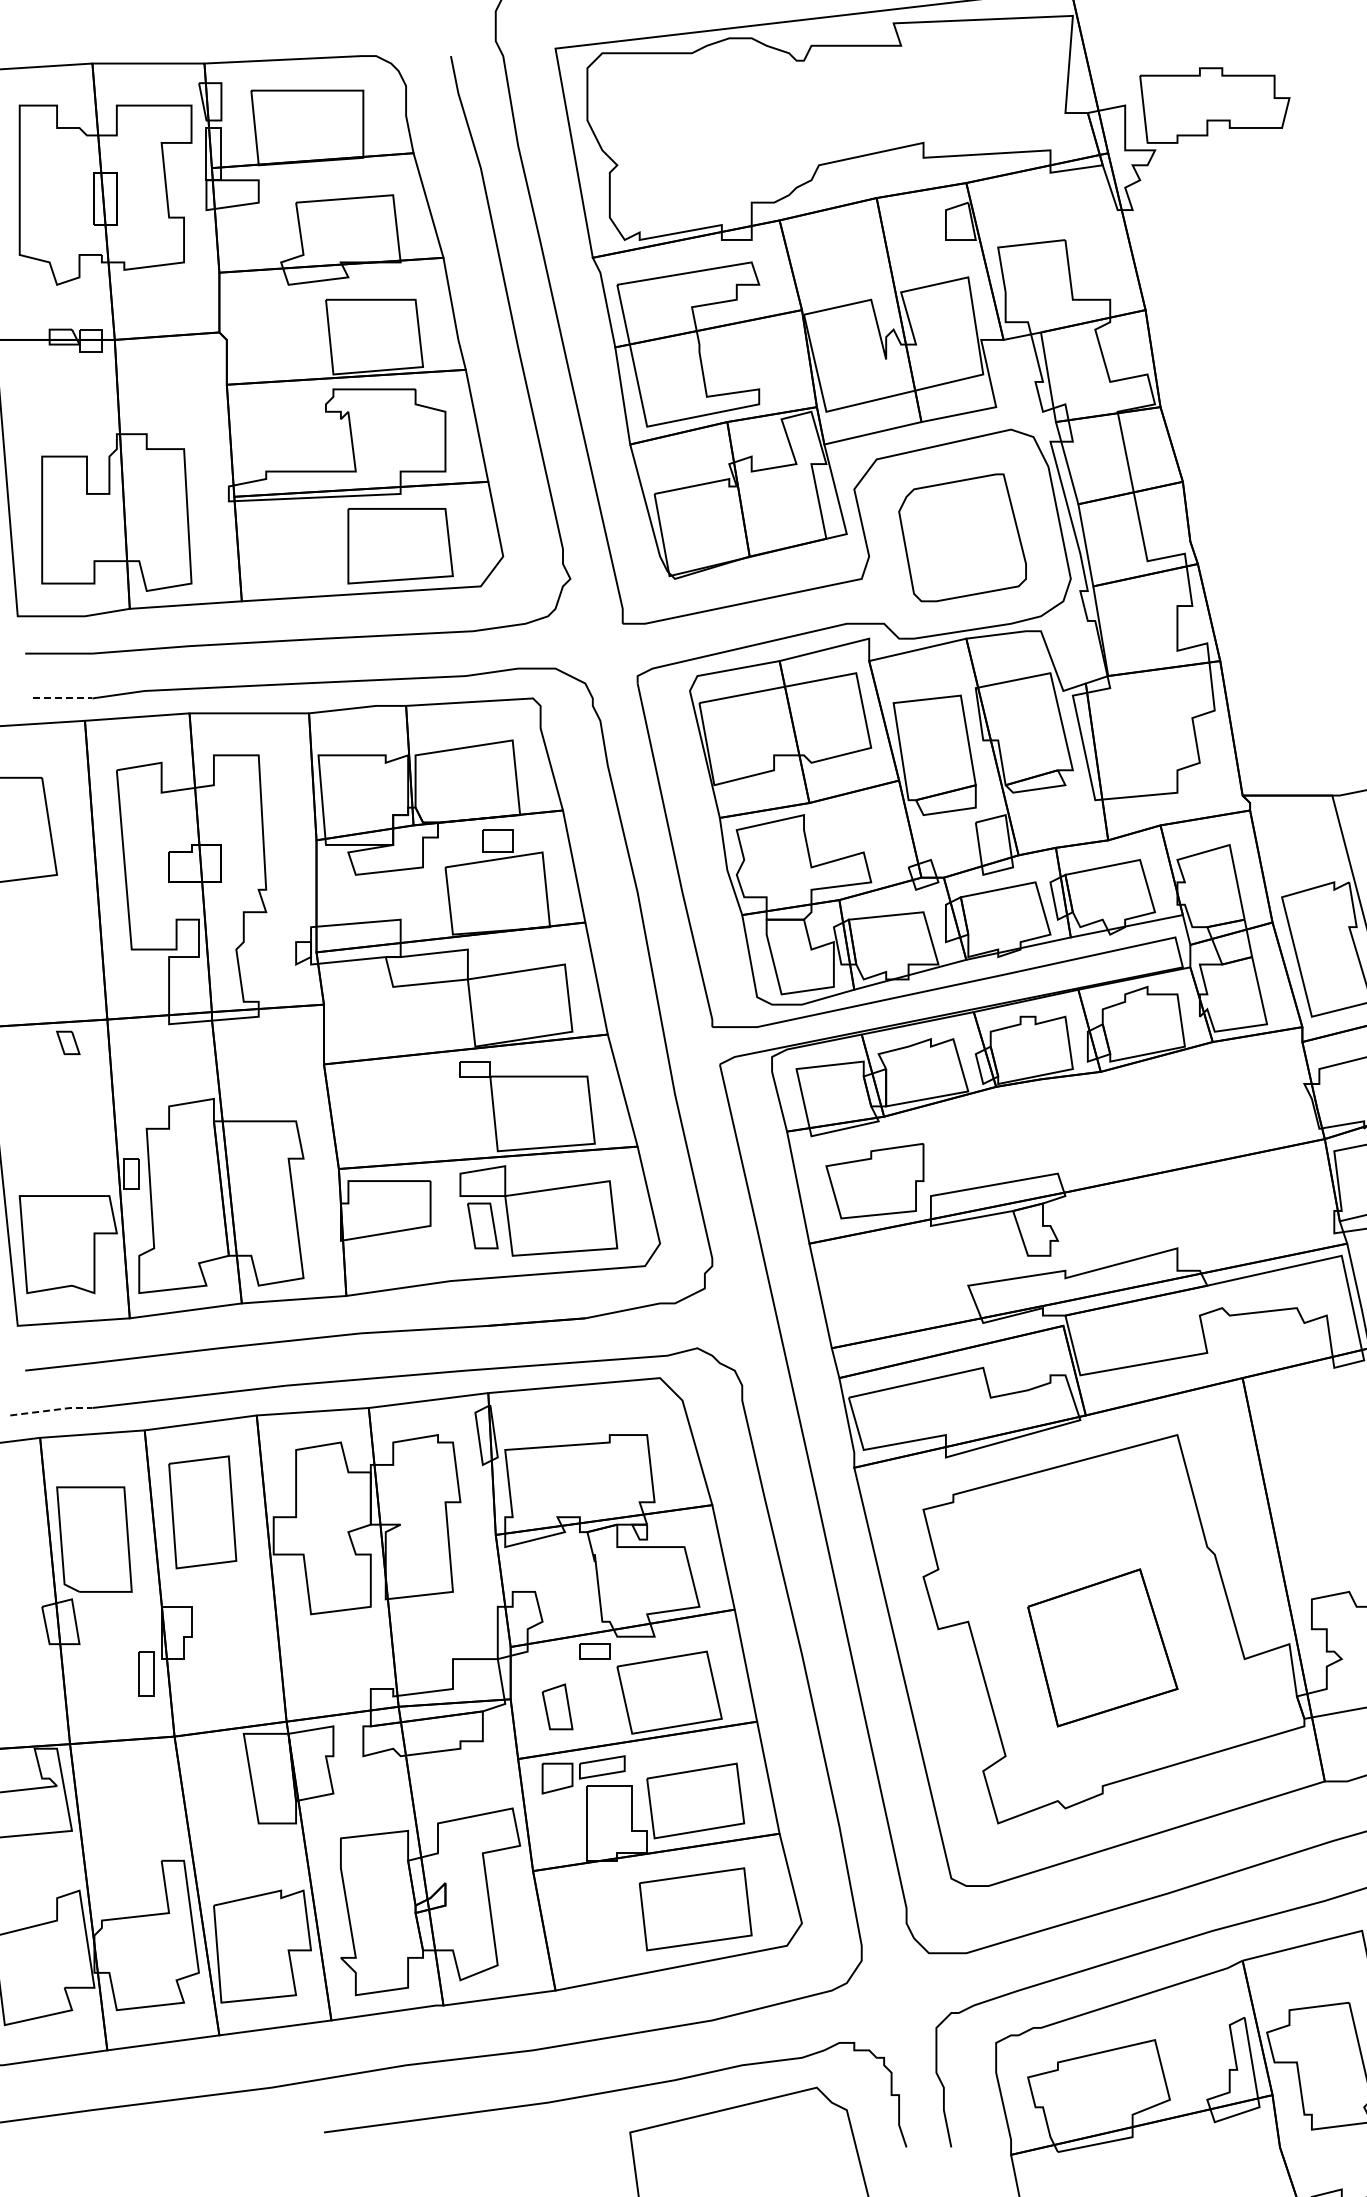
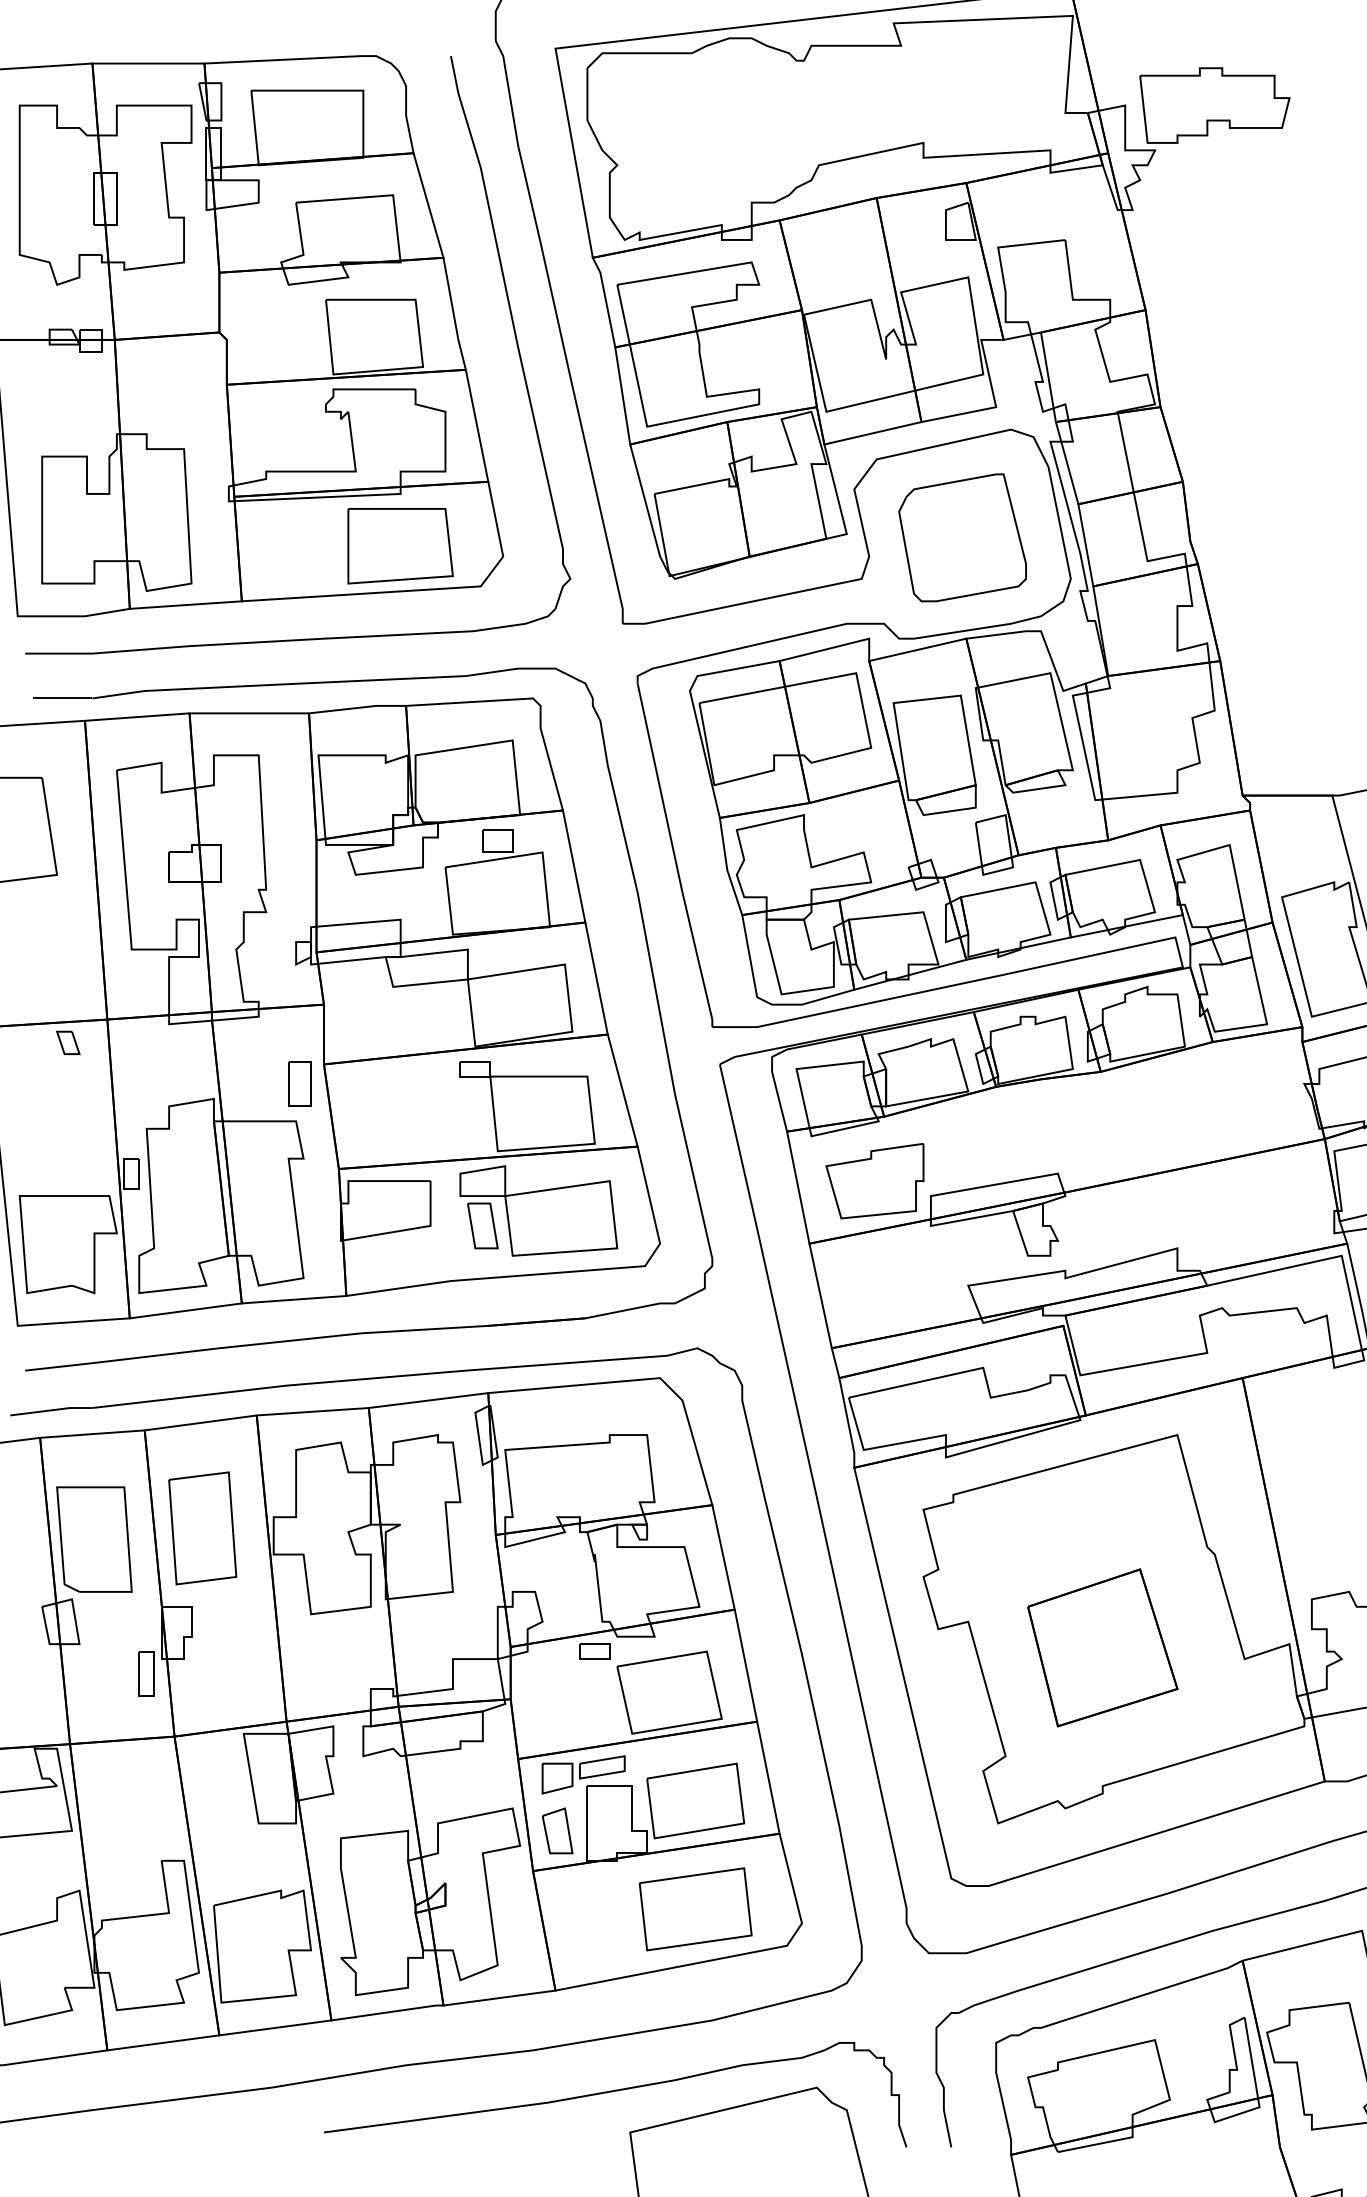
line at (62, 698): dashed -> solid
part at (299, 1083): none -> present
line at (52, 1410): dashed -> solid
part at (202, 1512) position: (202, 1512) -> (202, 1528)
part at (557, 1706) position: (557, 1706) -> (557, 1830)
